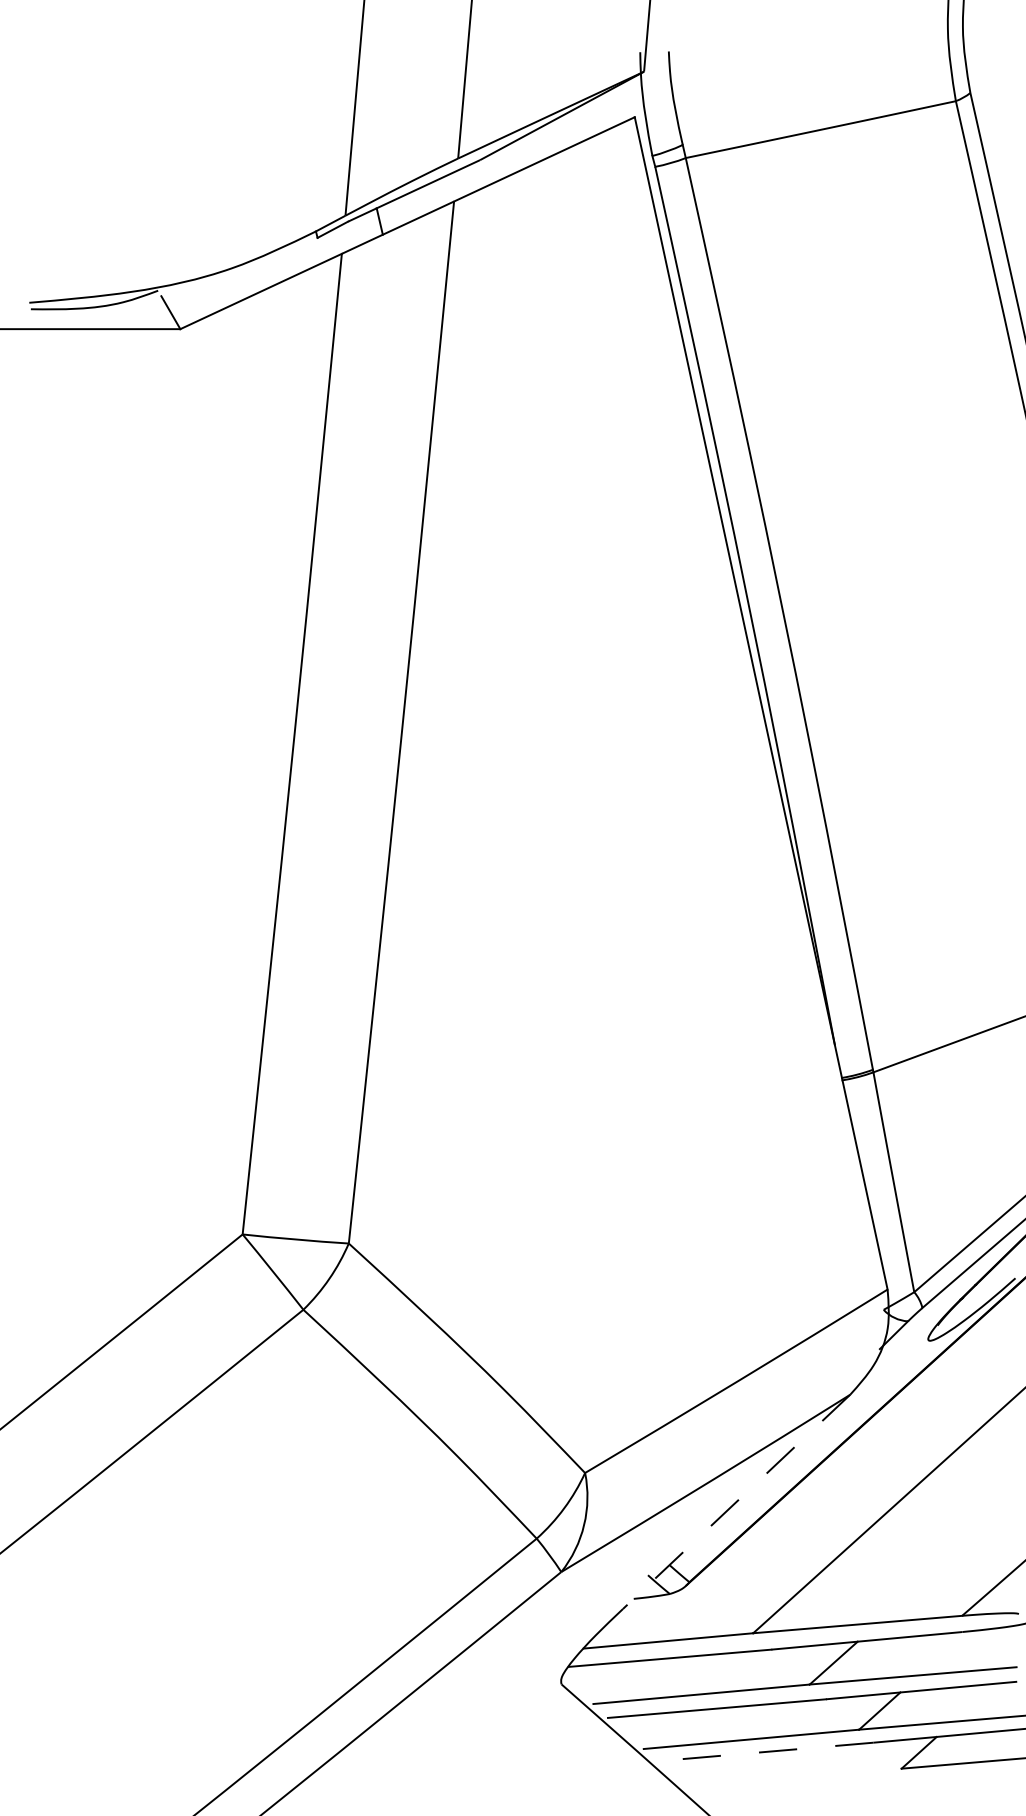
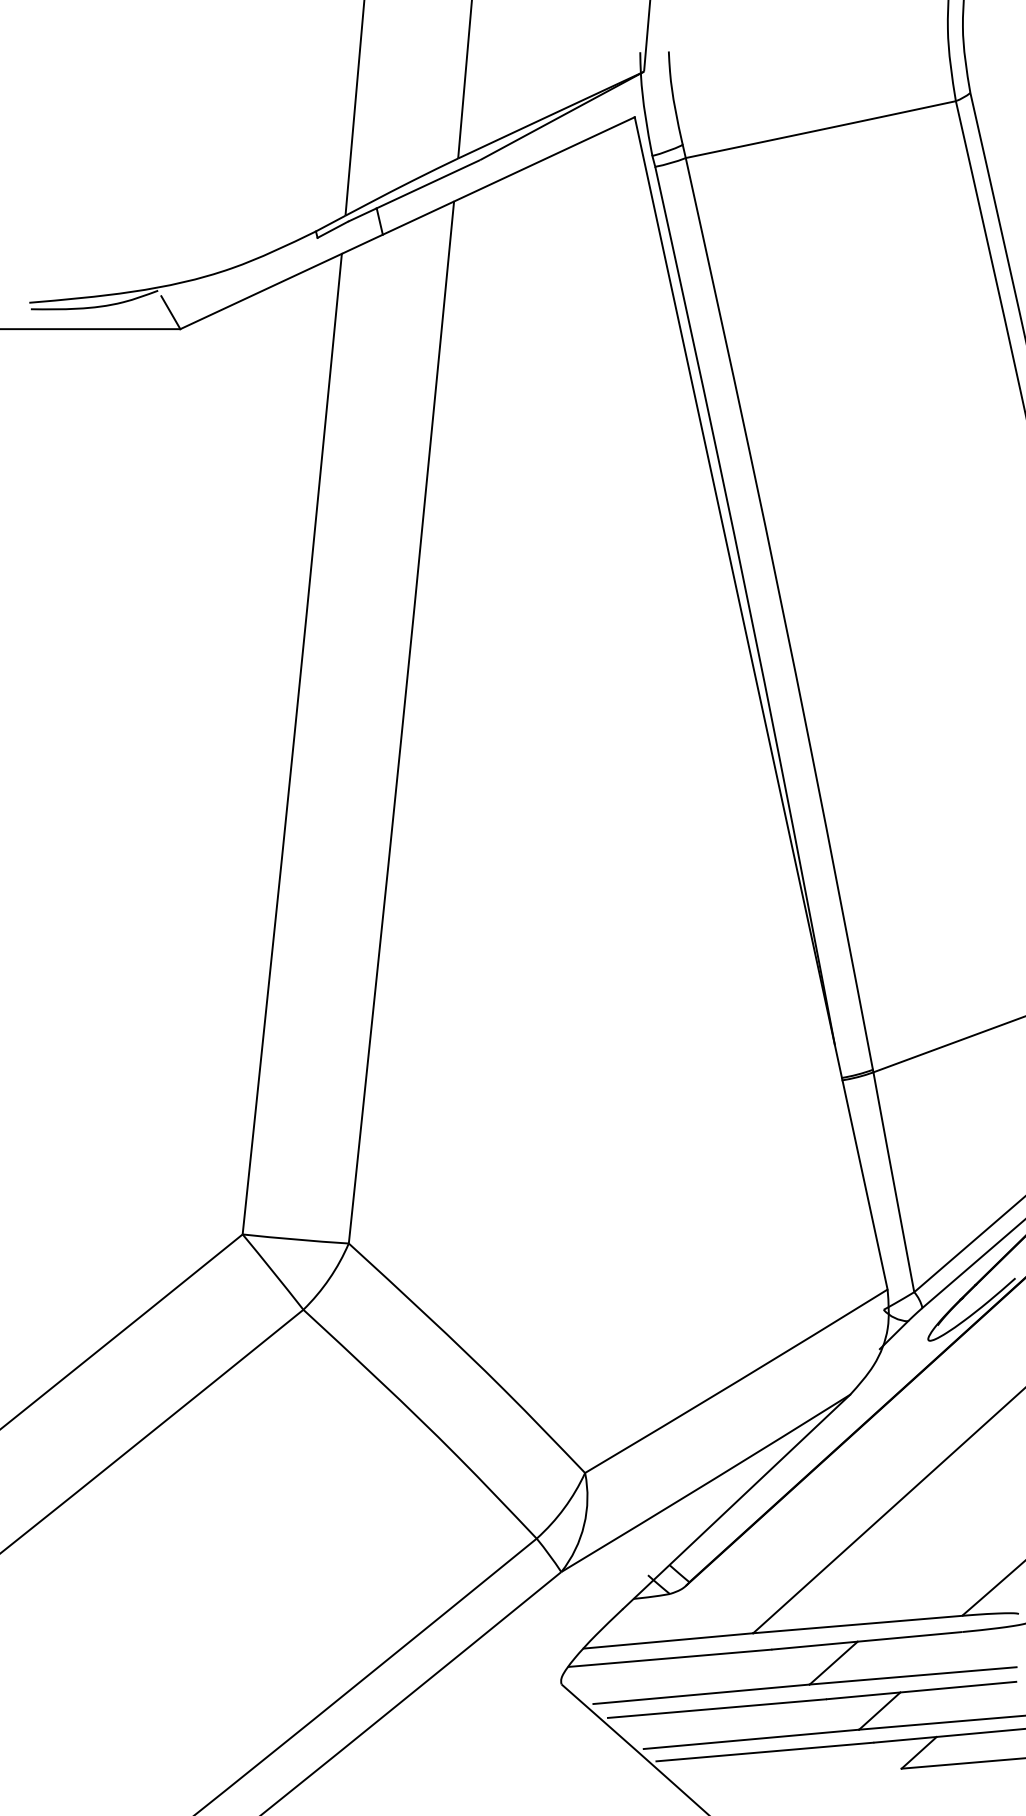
line at (736, 1502): dashed -> solid
line at (764, 1752): dashed -> solid
